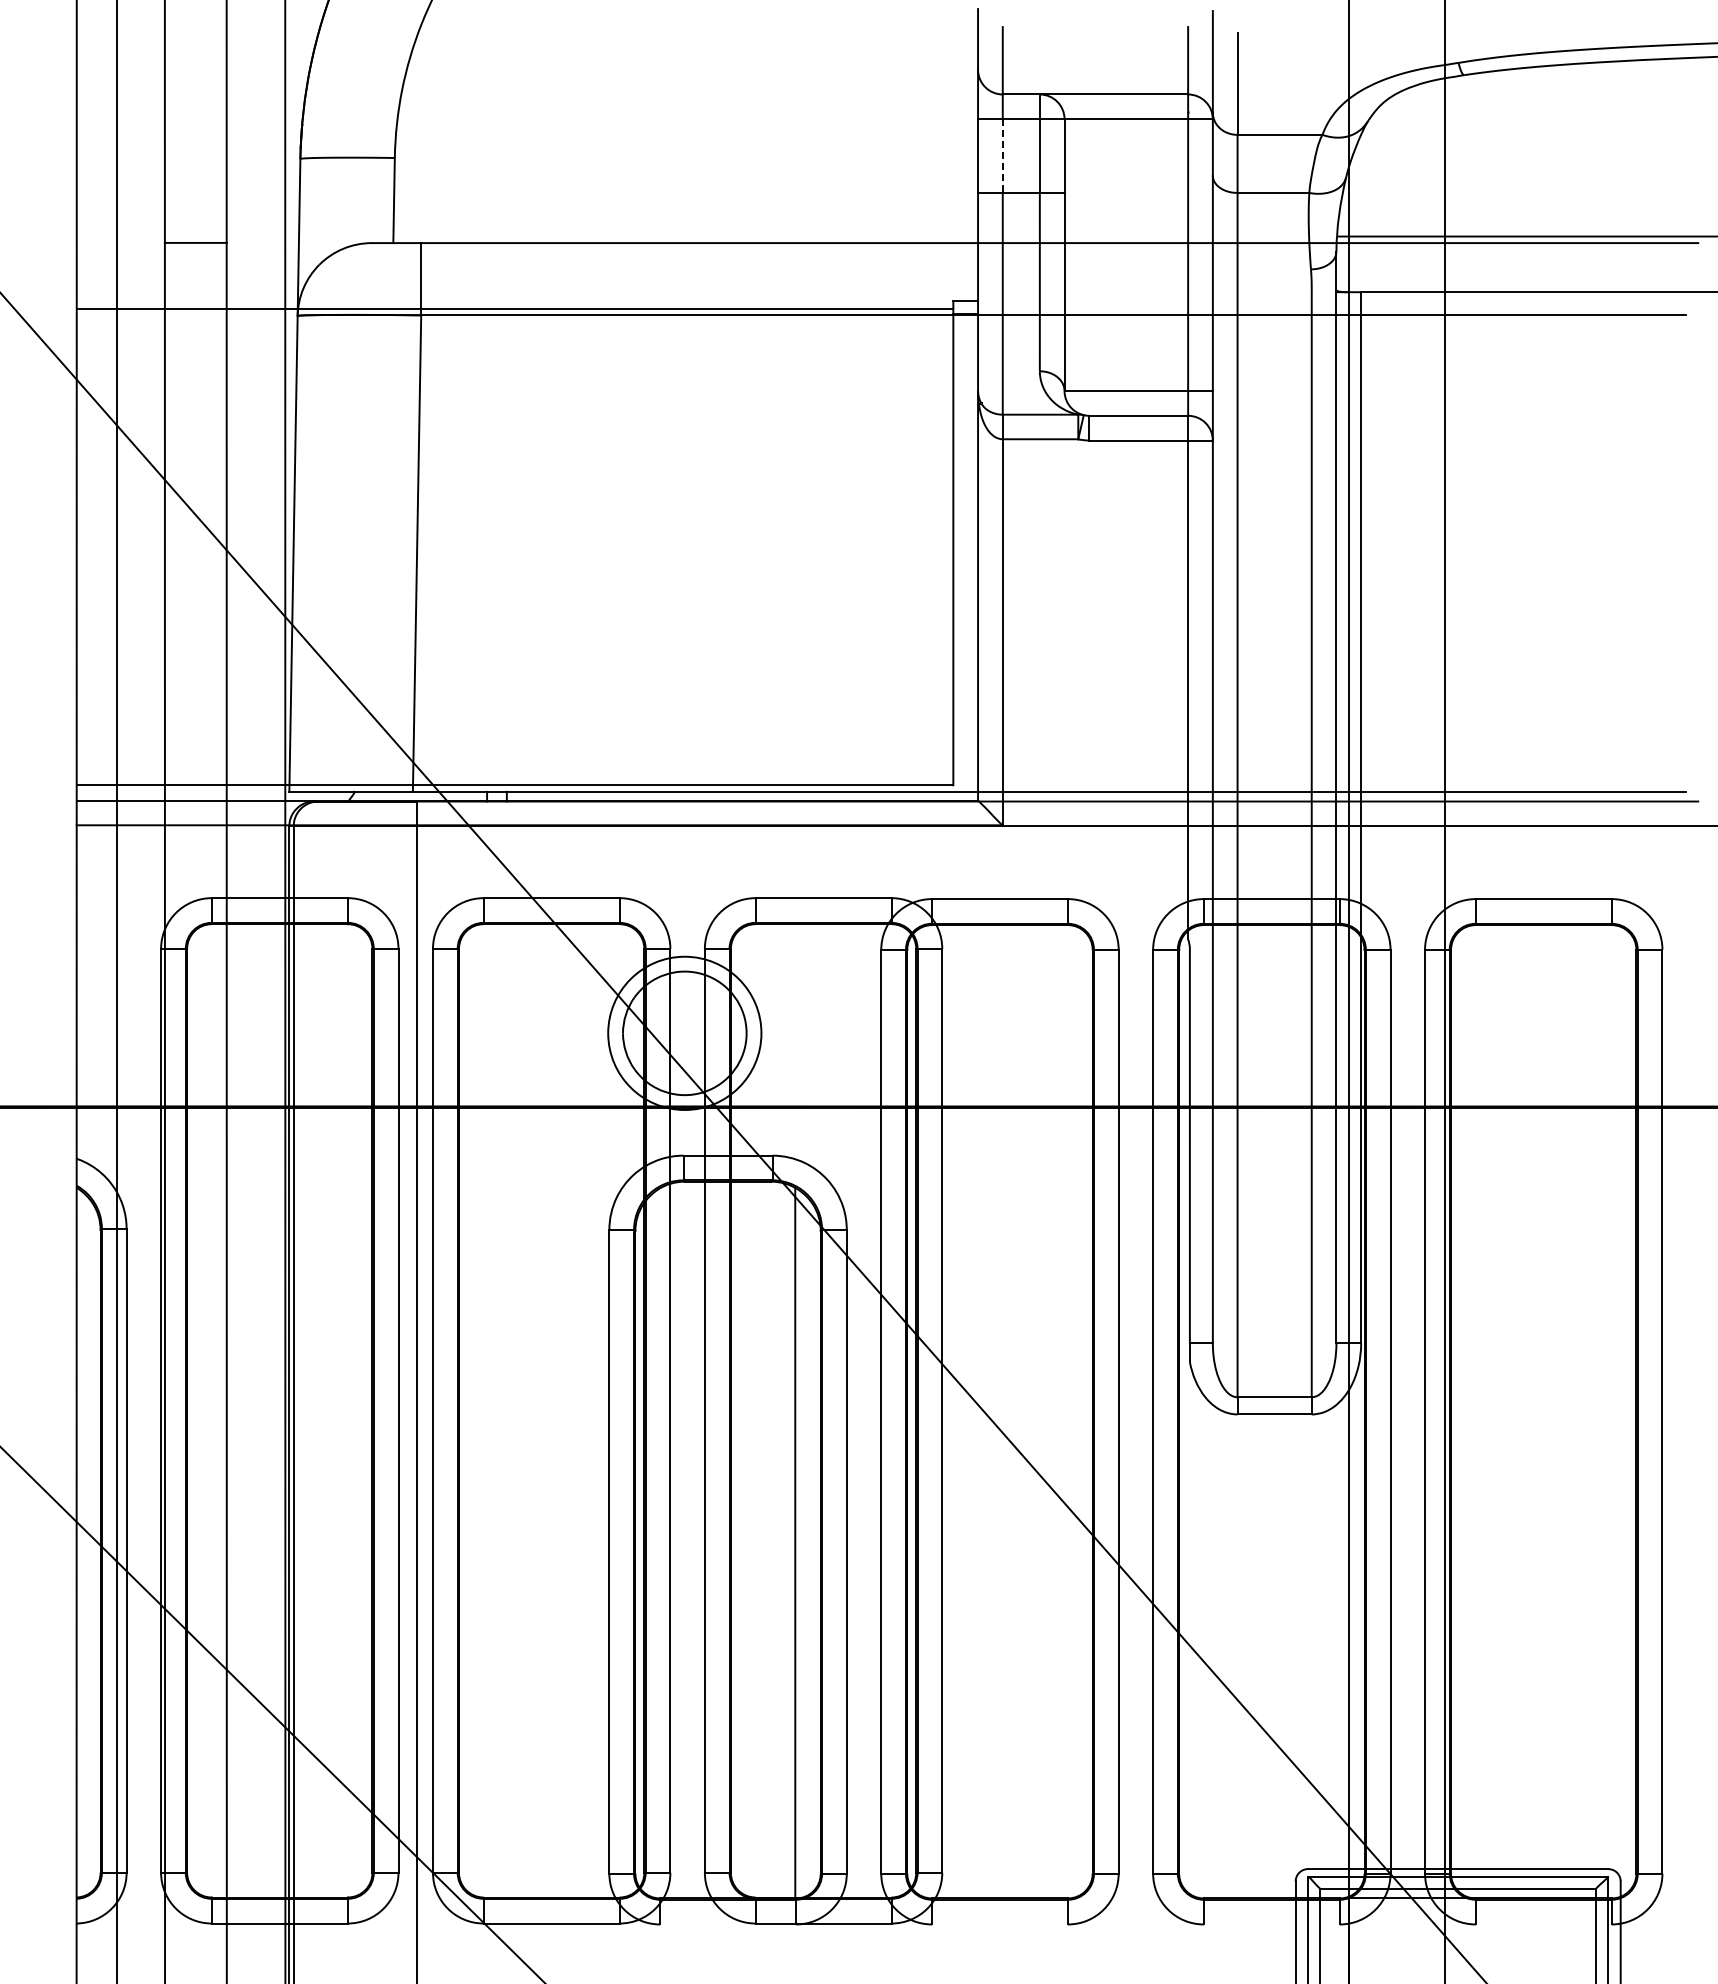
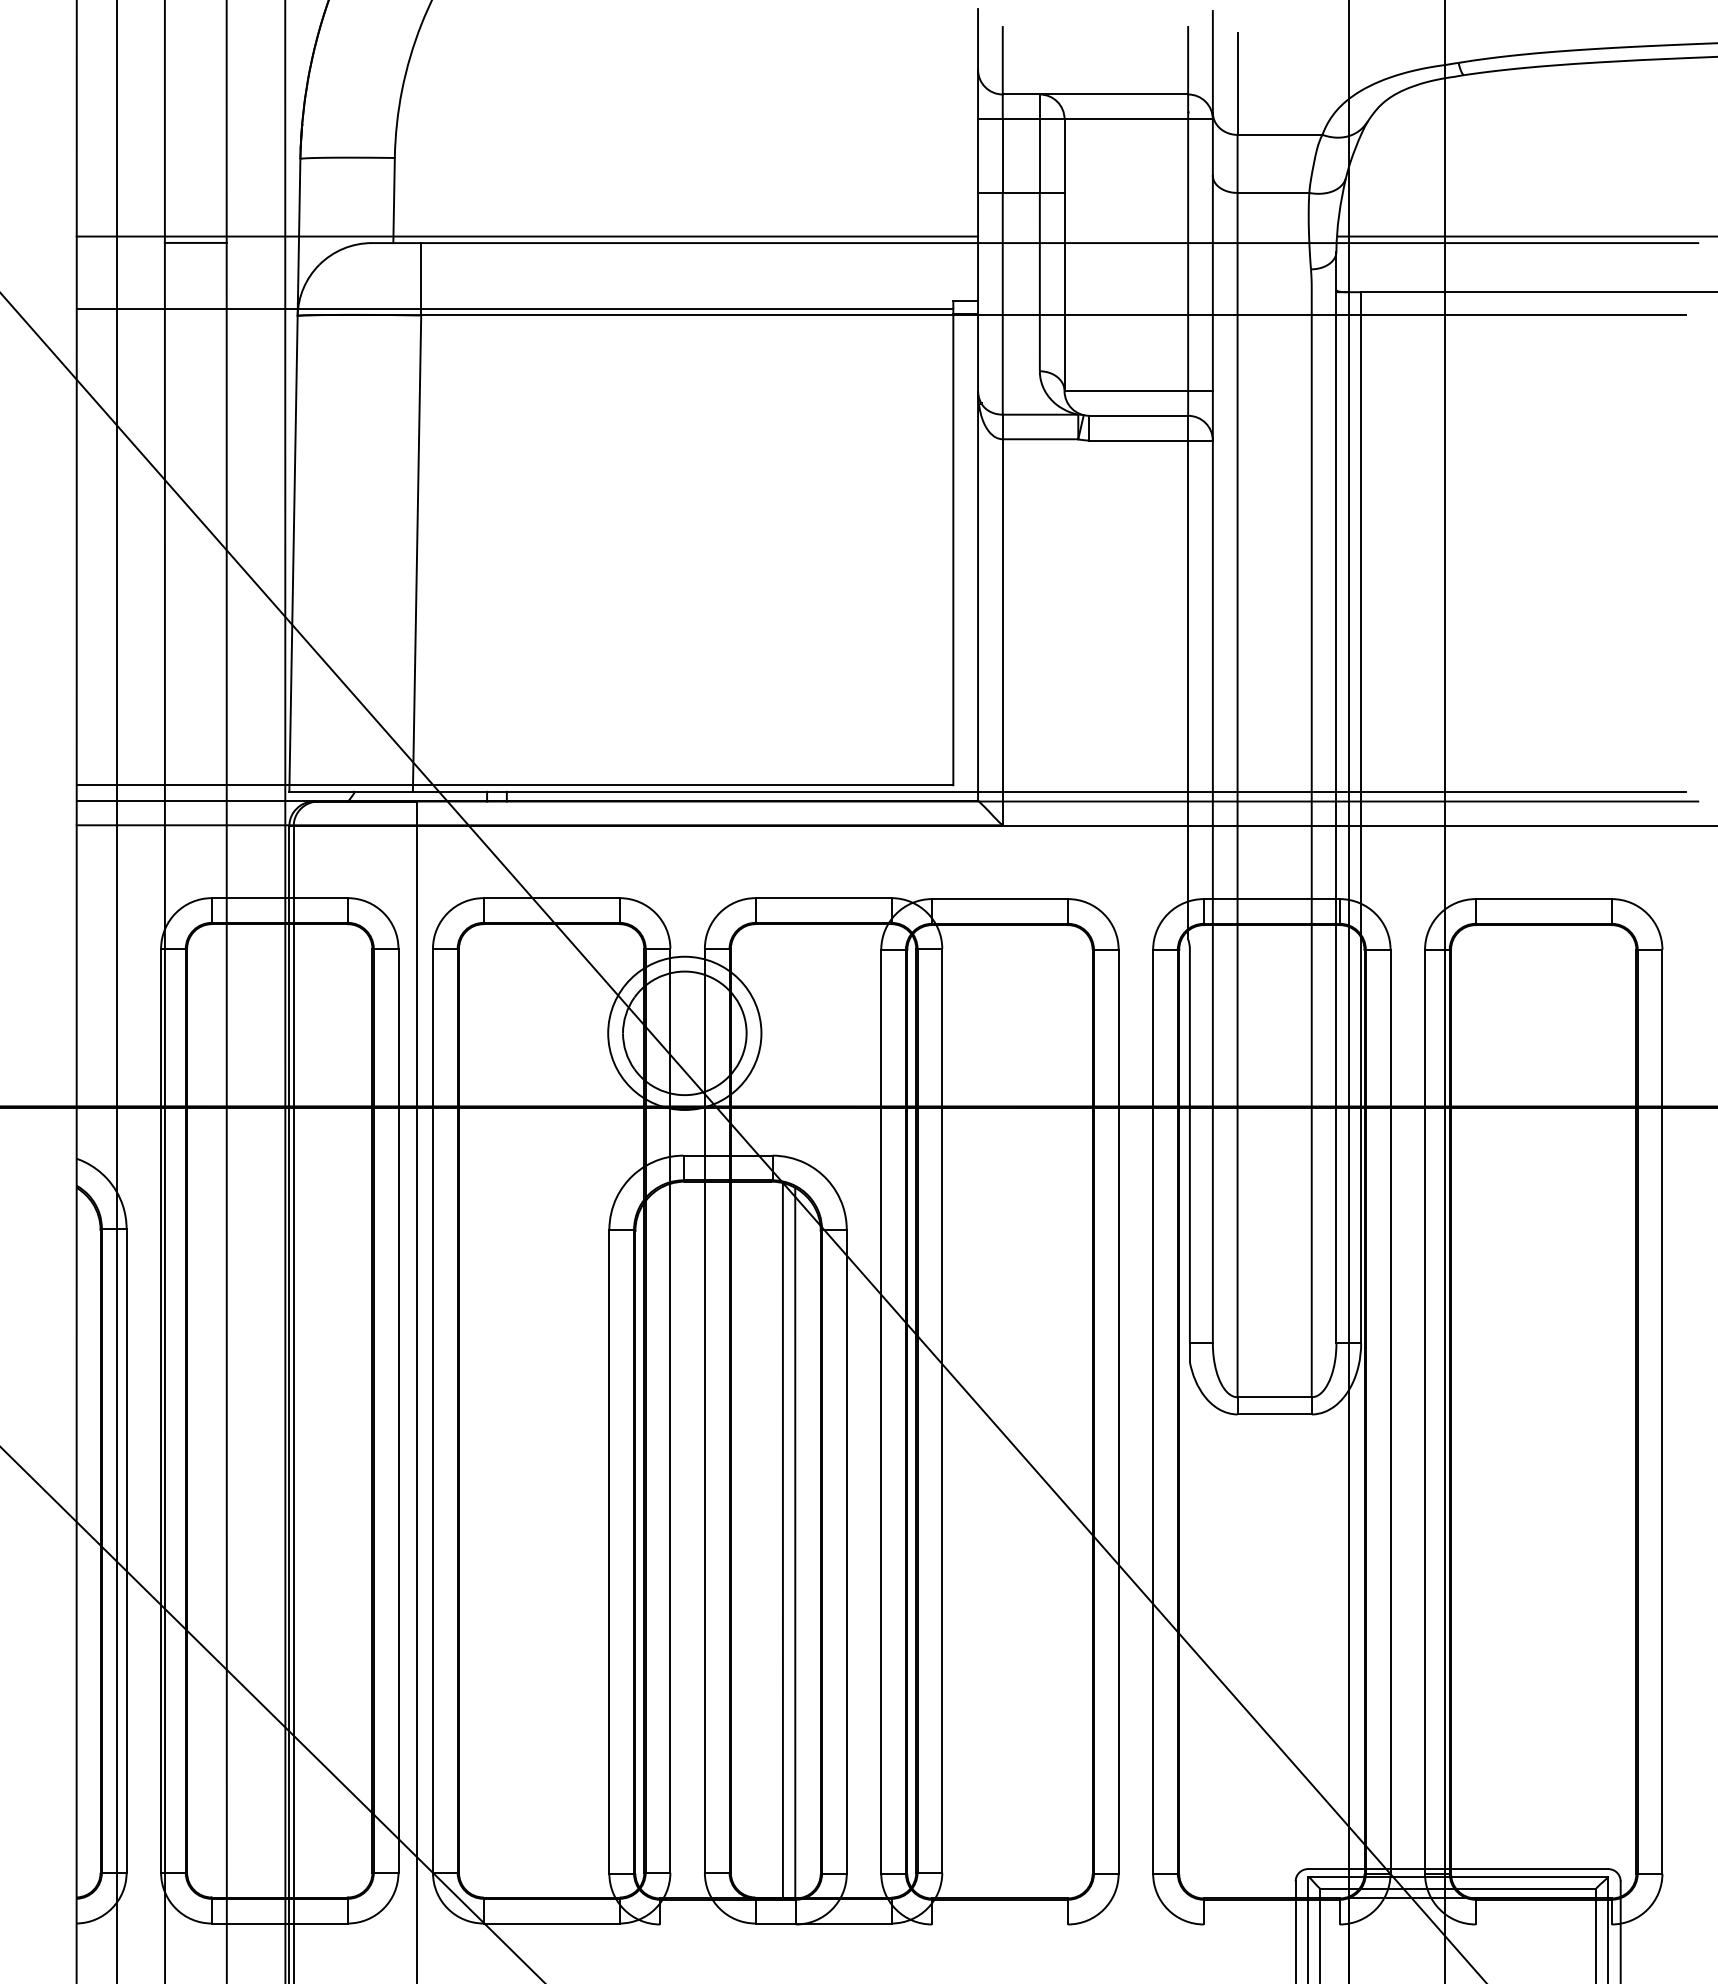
line at (1002, 156): dashed -> solid
line at (527, 236): none -> present
line at (782, 1540): none -> present
